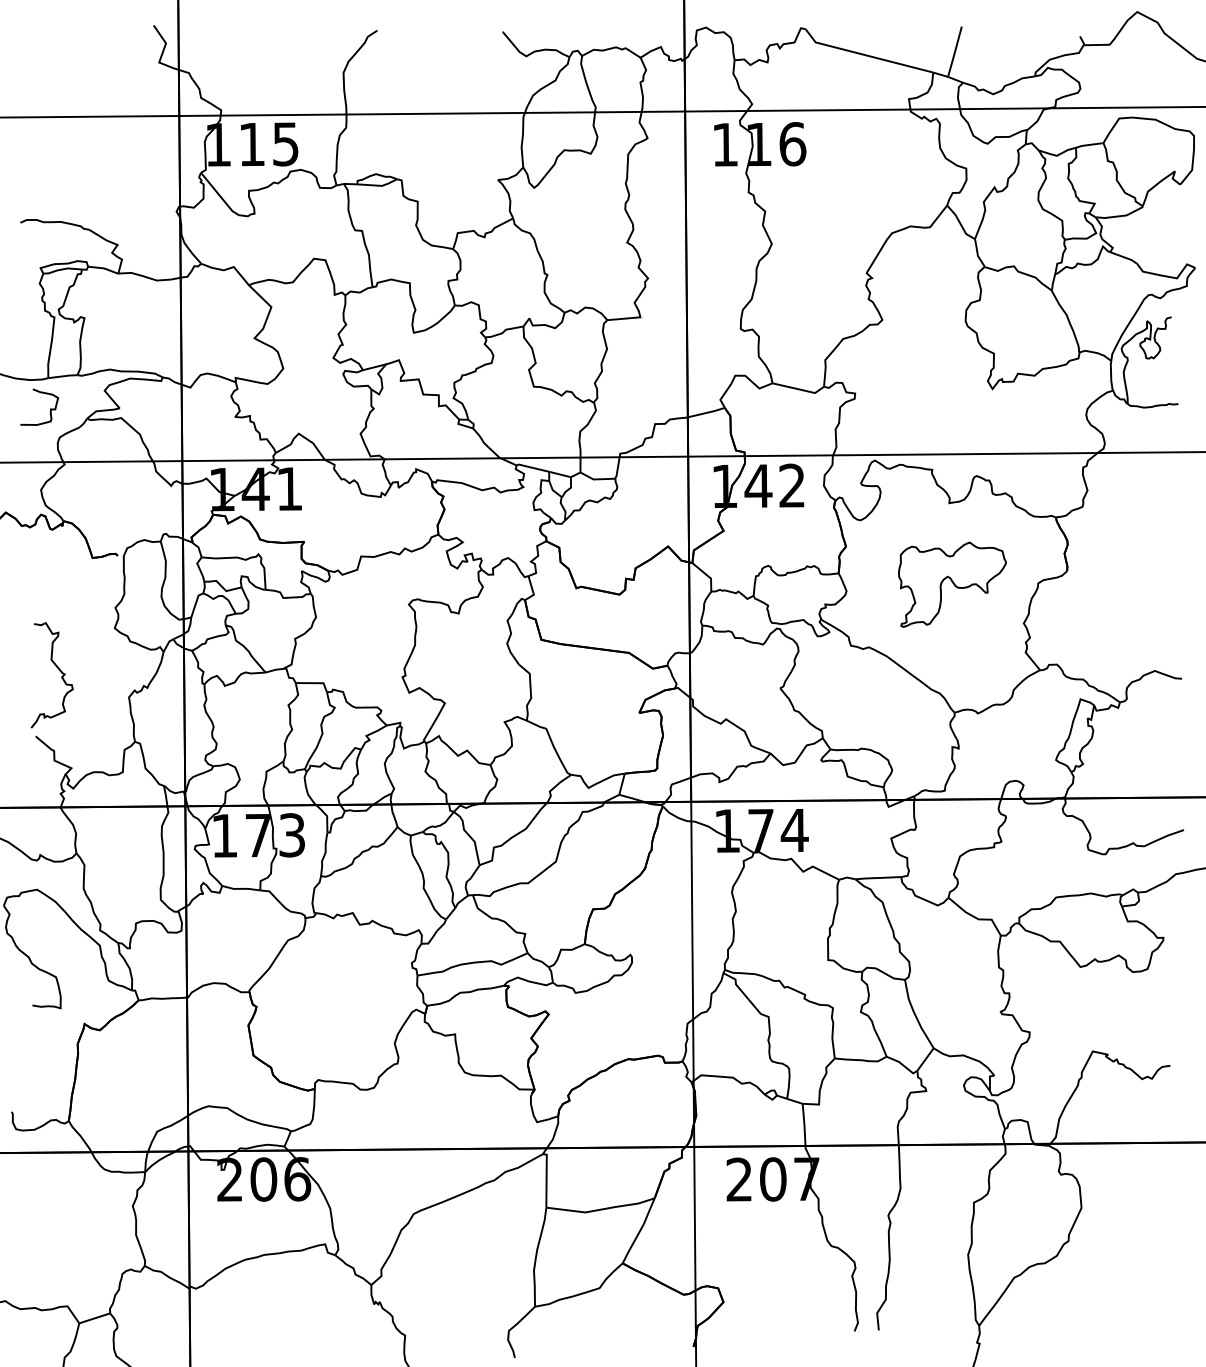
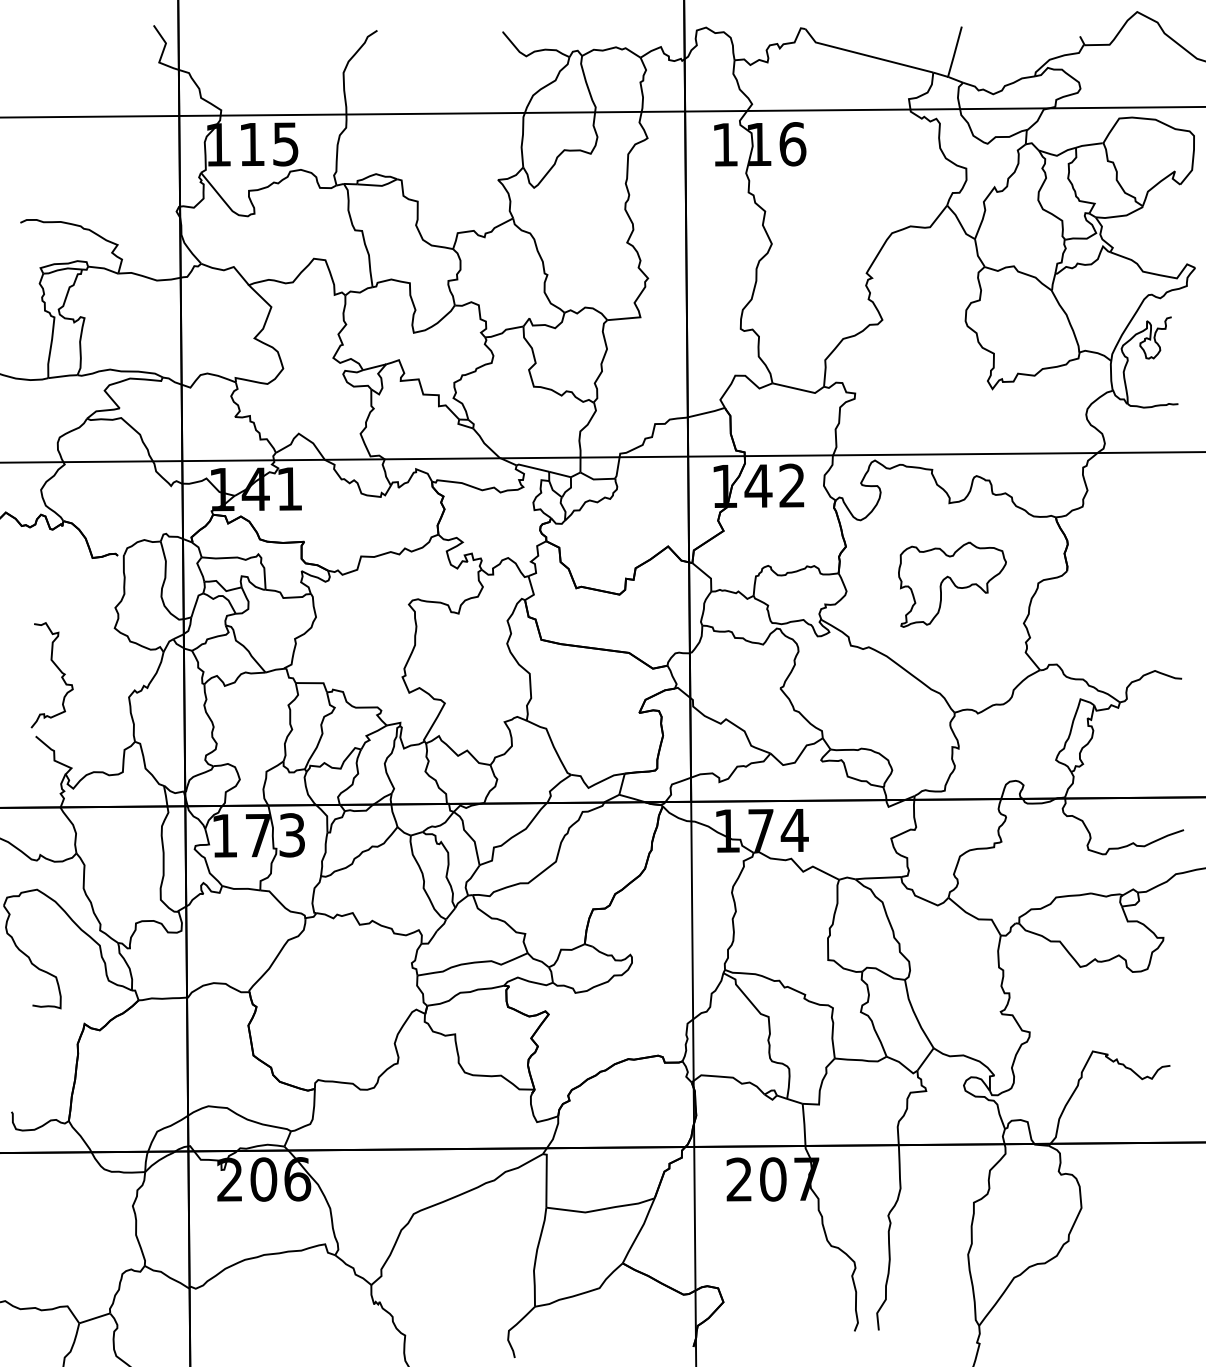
curve at (50, 408): present -> none
